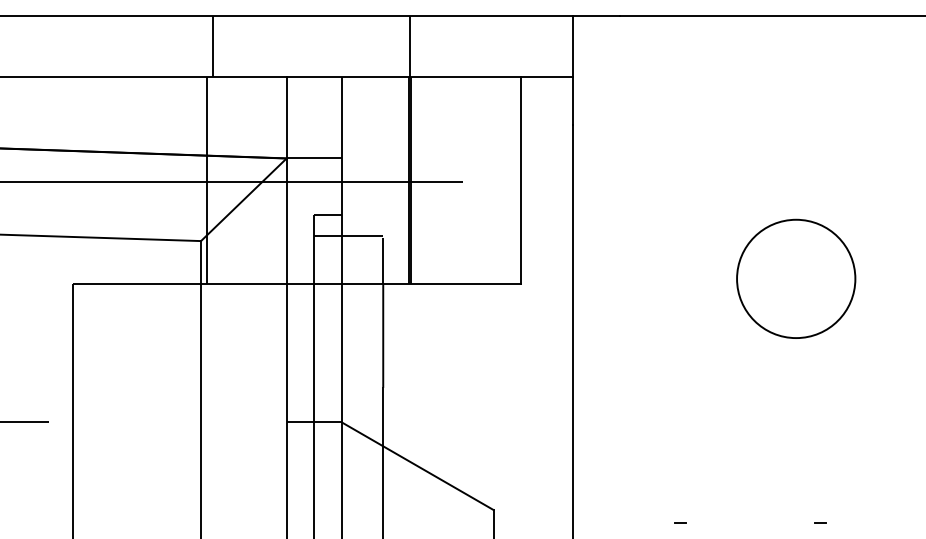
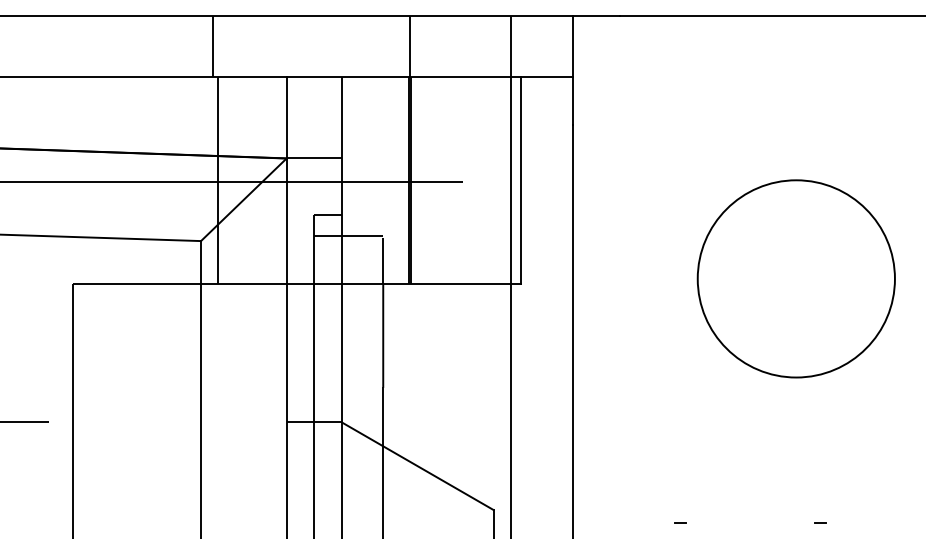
line at (206, 180) position: (206, 180) -> (217, 180)
line at (511, 275): none -> present
circle at (796, 278) size: 121x121 px -> 200x200 px
